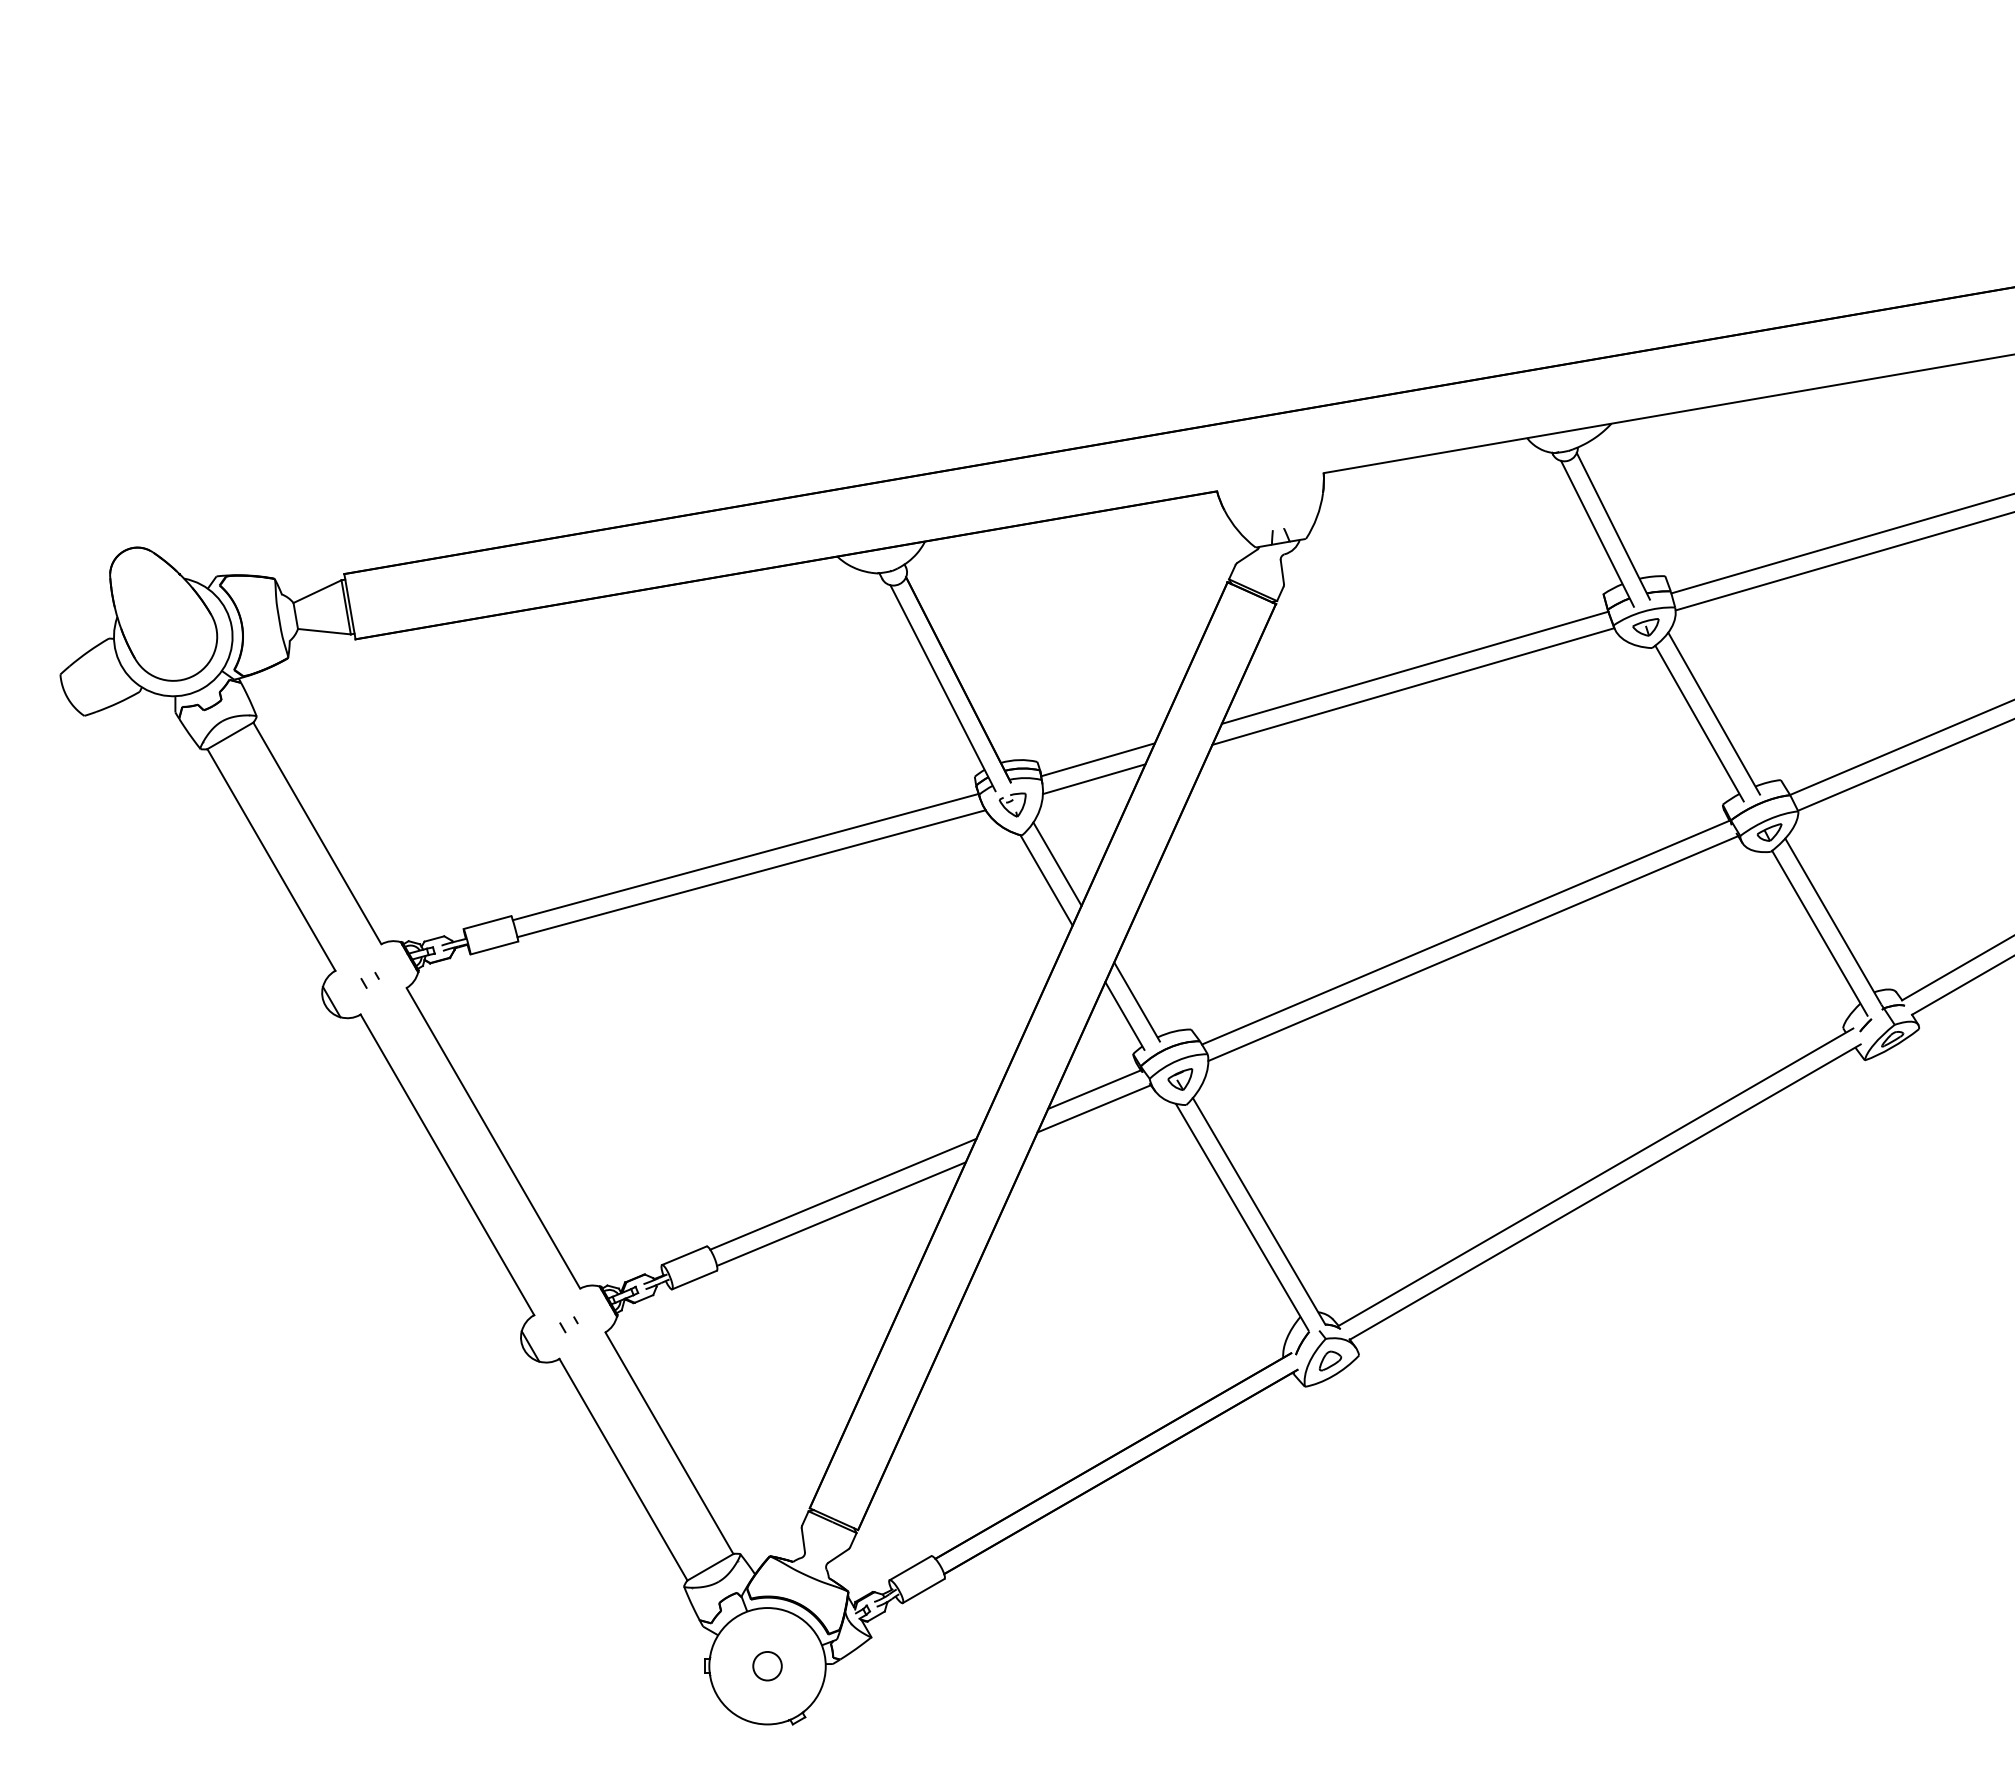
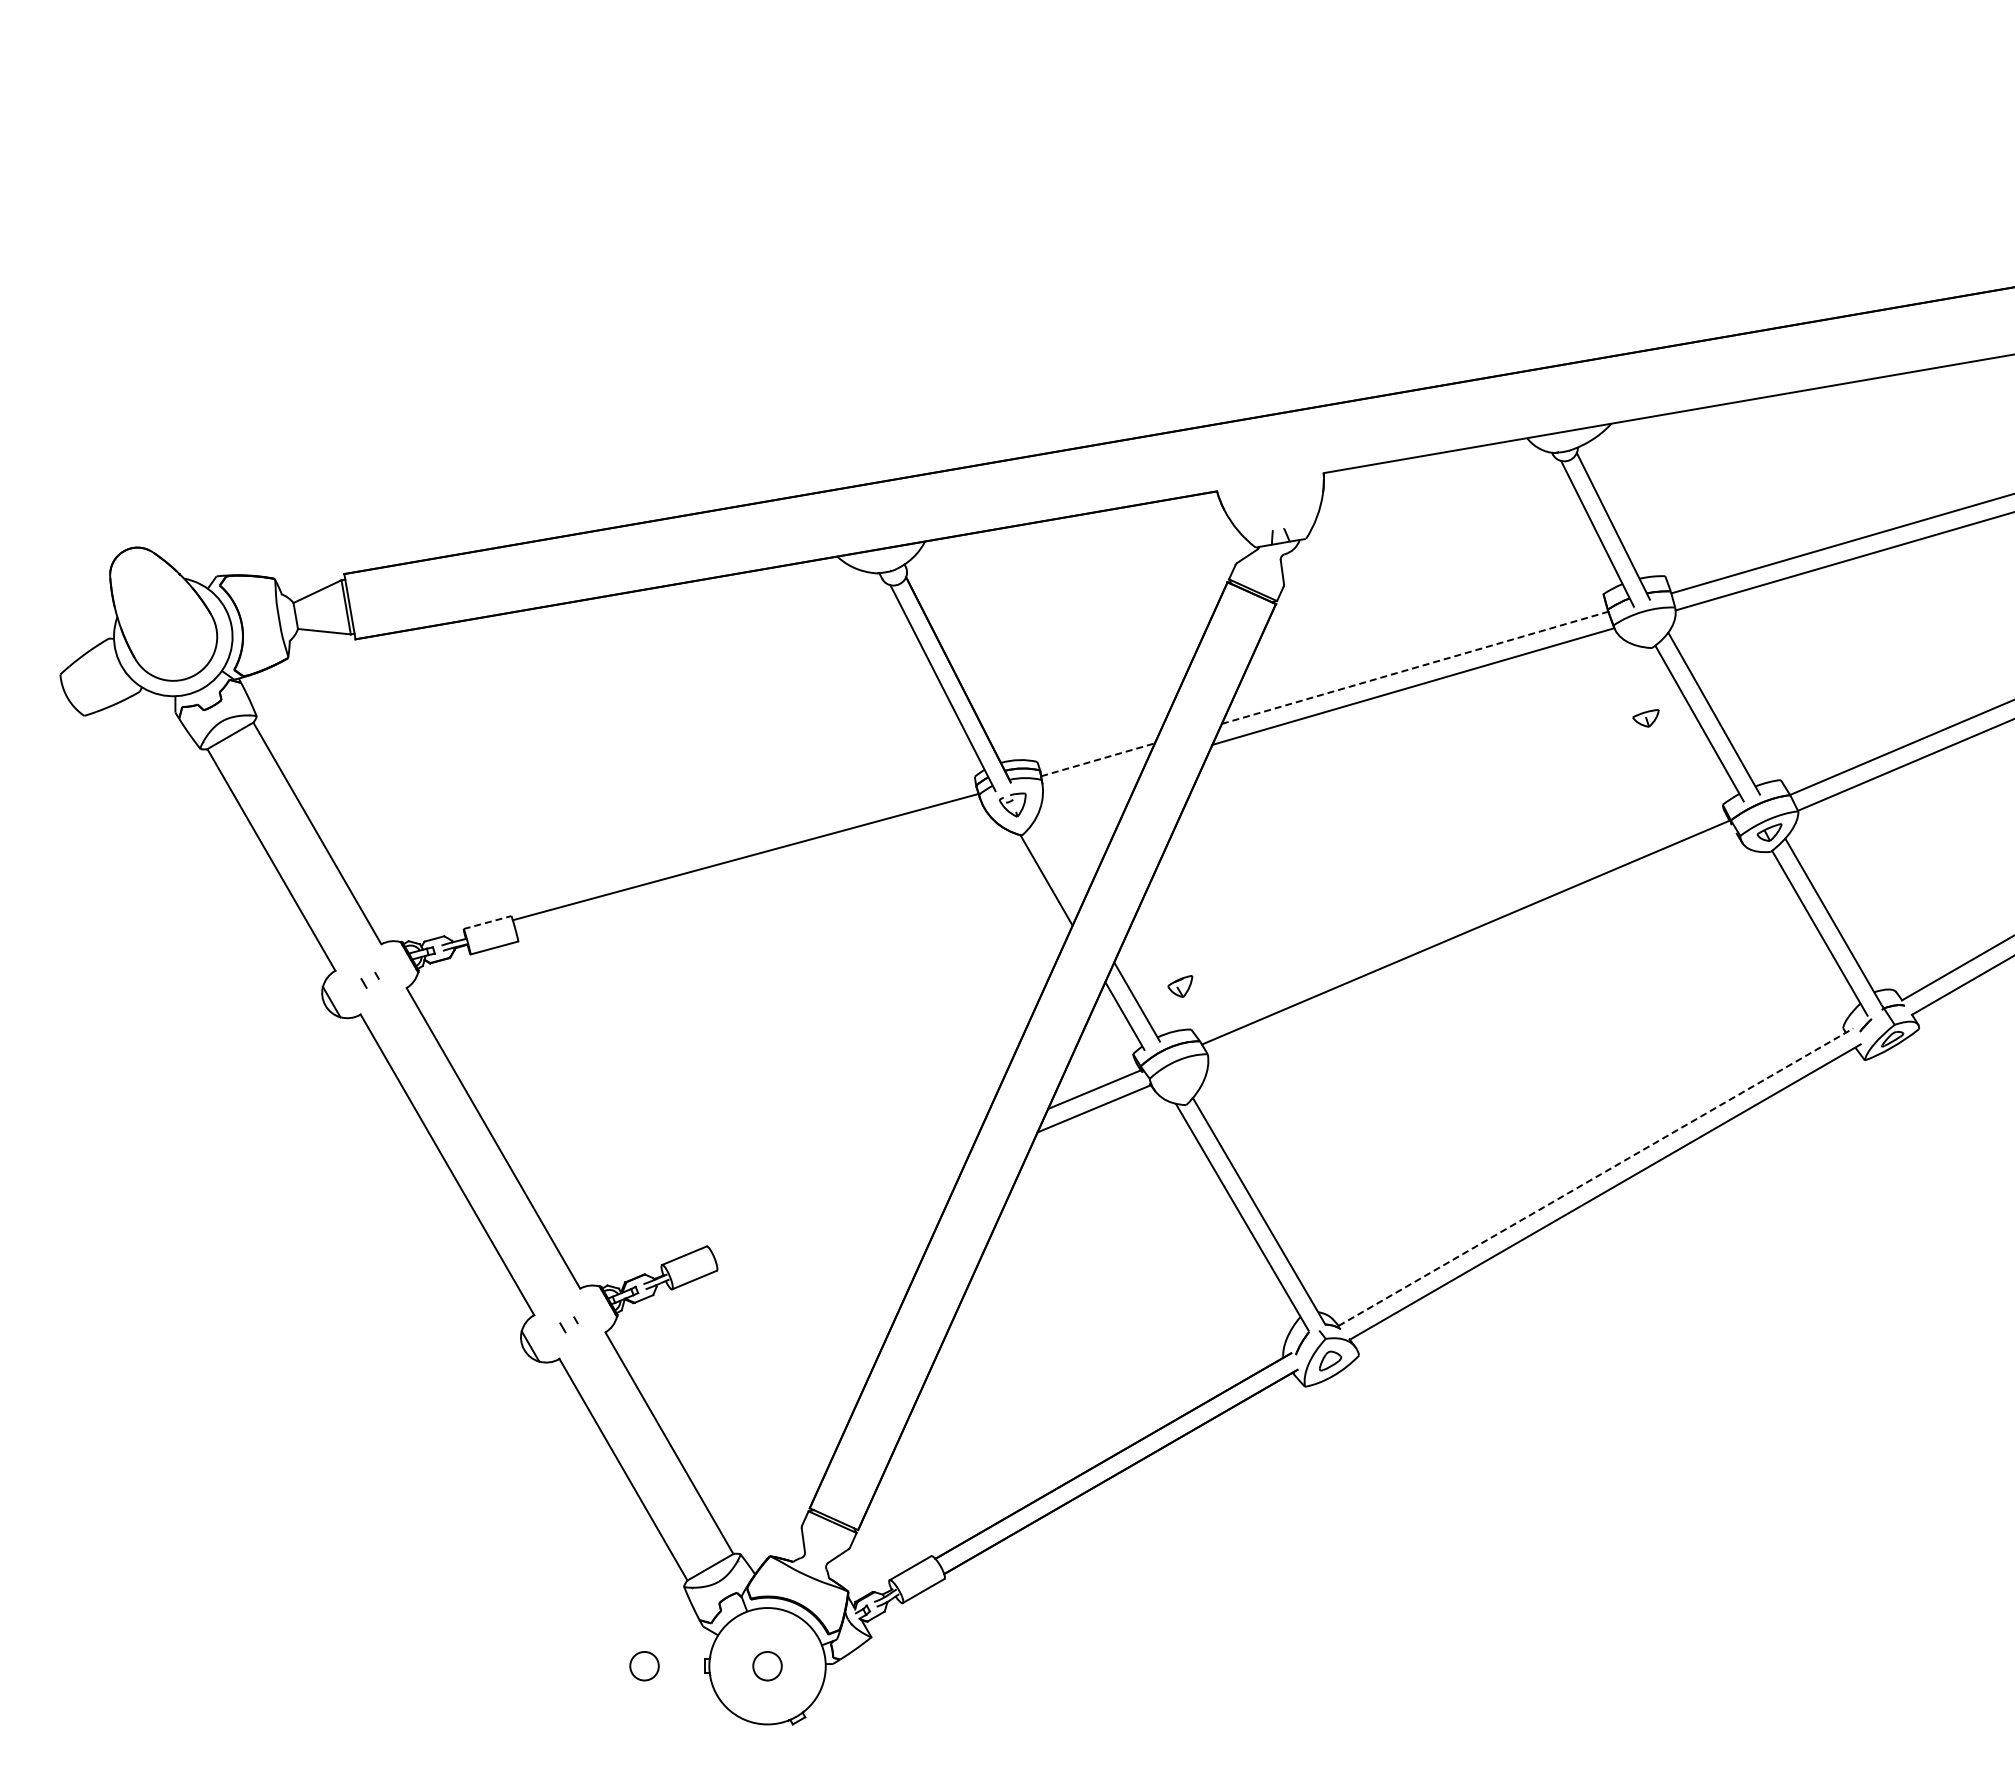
part at (1645, 627) position: (1645, 627) -> (1645, 718)
line at (1415, 667): solid -> dashed
line at (1098, 759): solid -> dashed
line at (1093, 779): present -> none
line at (1057, 863): present -> none
line at (751, 873): present -> none
line at (487, 922): solid -> dashed
line at (1473, 948): present -> none
part at (1180, 1079) position: (1180, 1079) -> (1180, 986)
line at (1596, 1176): solid -> dashed
line at (843, 1193): present -> none
line at (841, 1213): present -> none
circle at (644, 1666): none -> present
